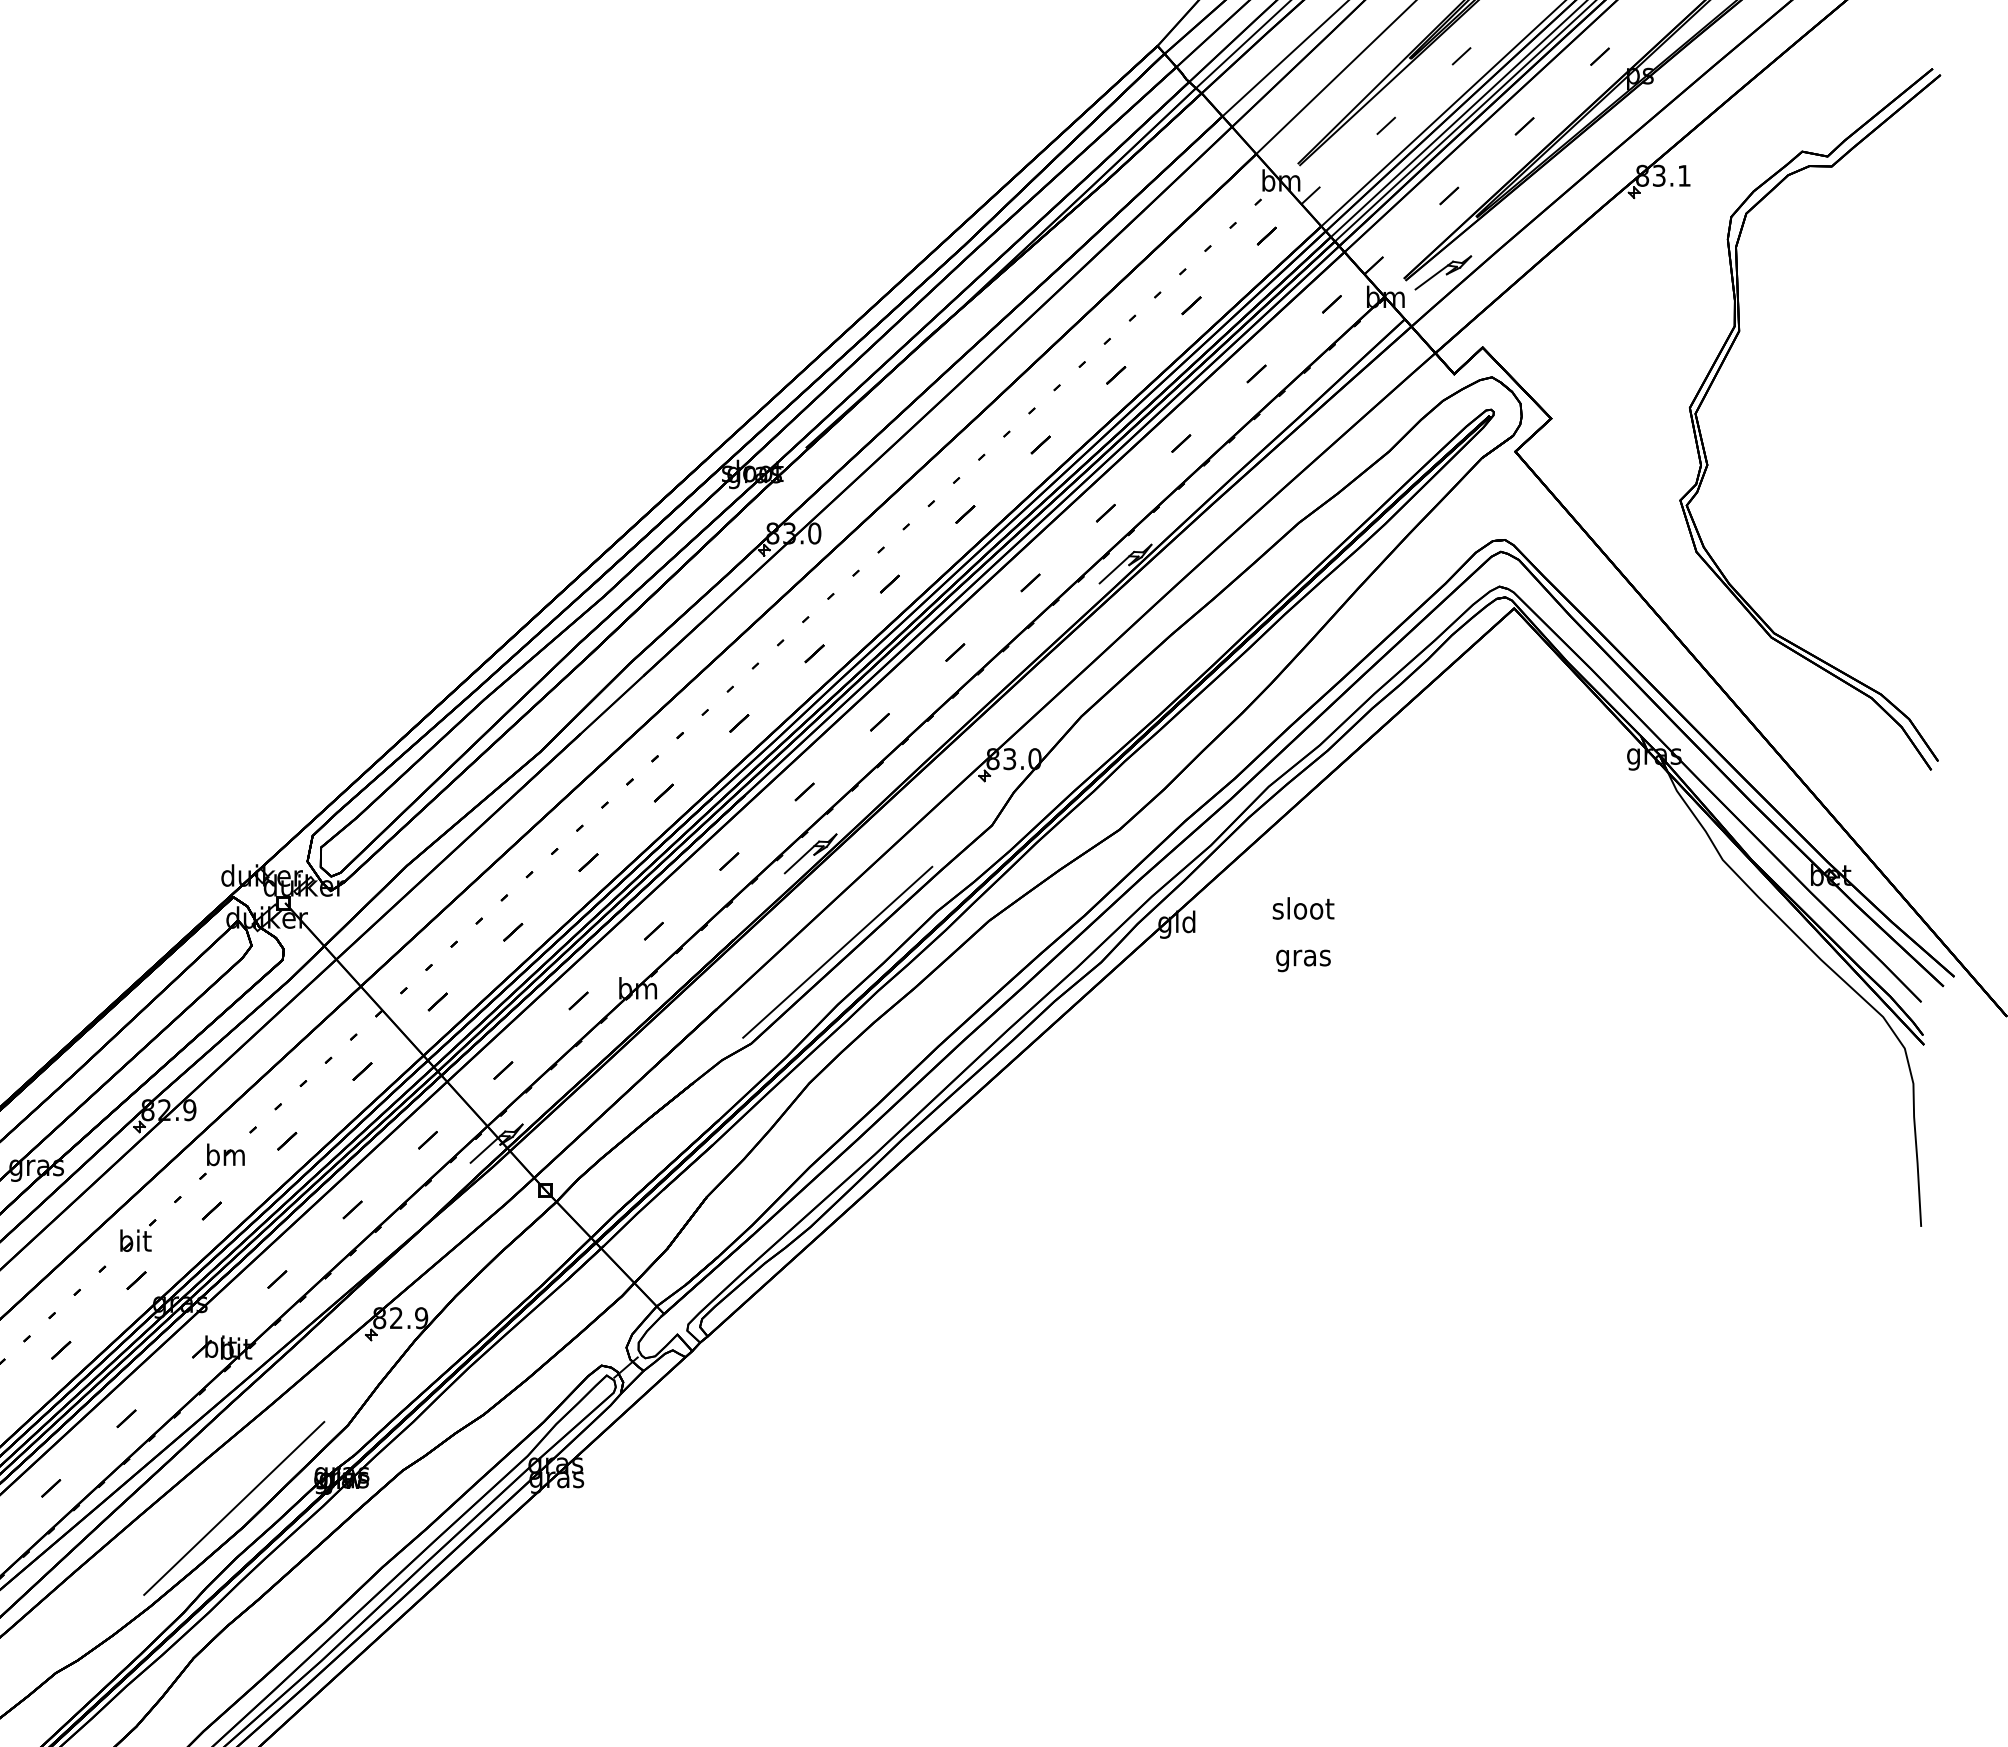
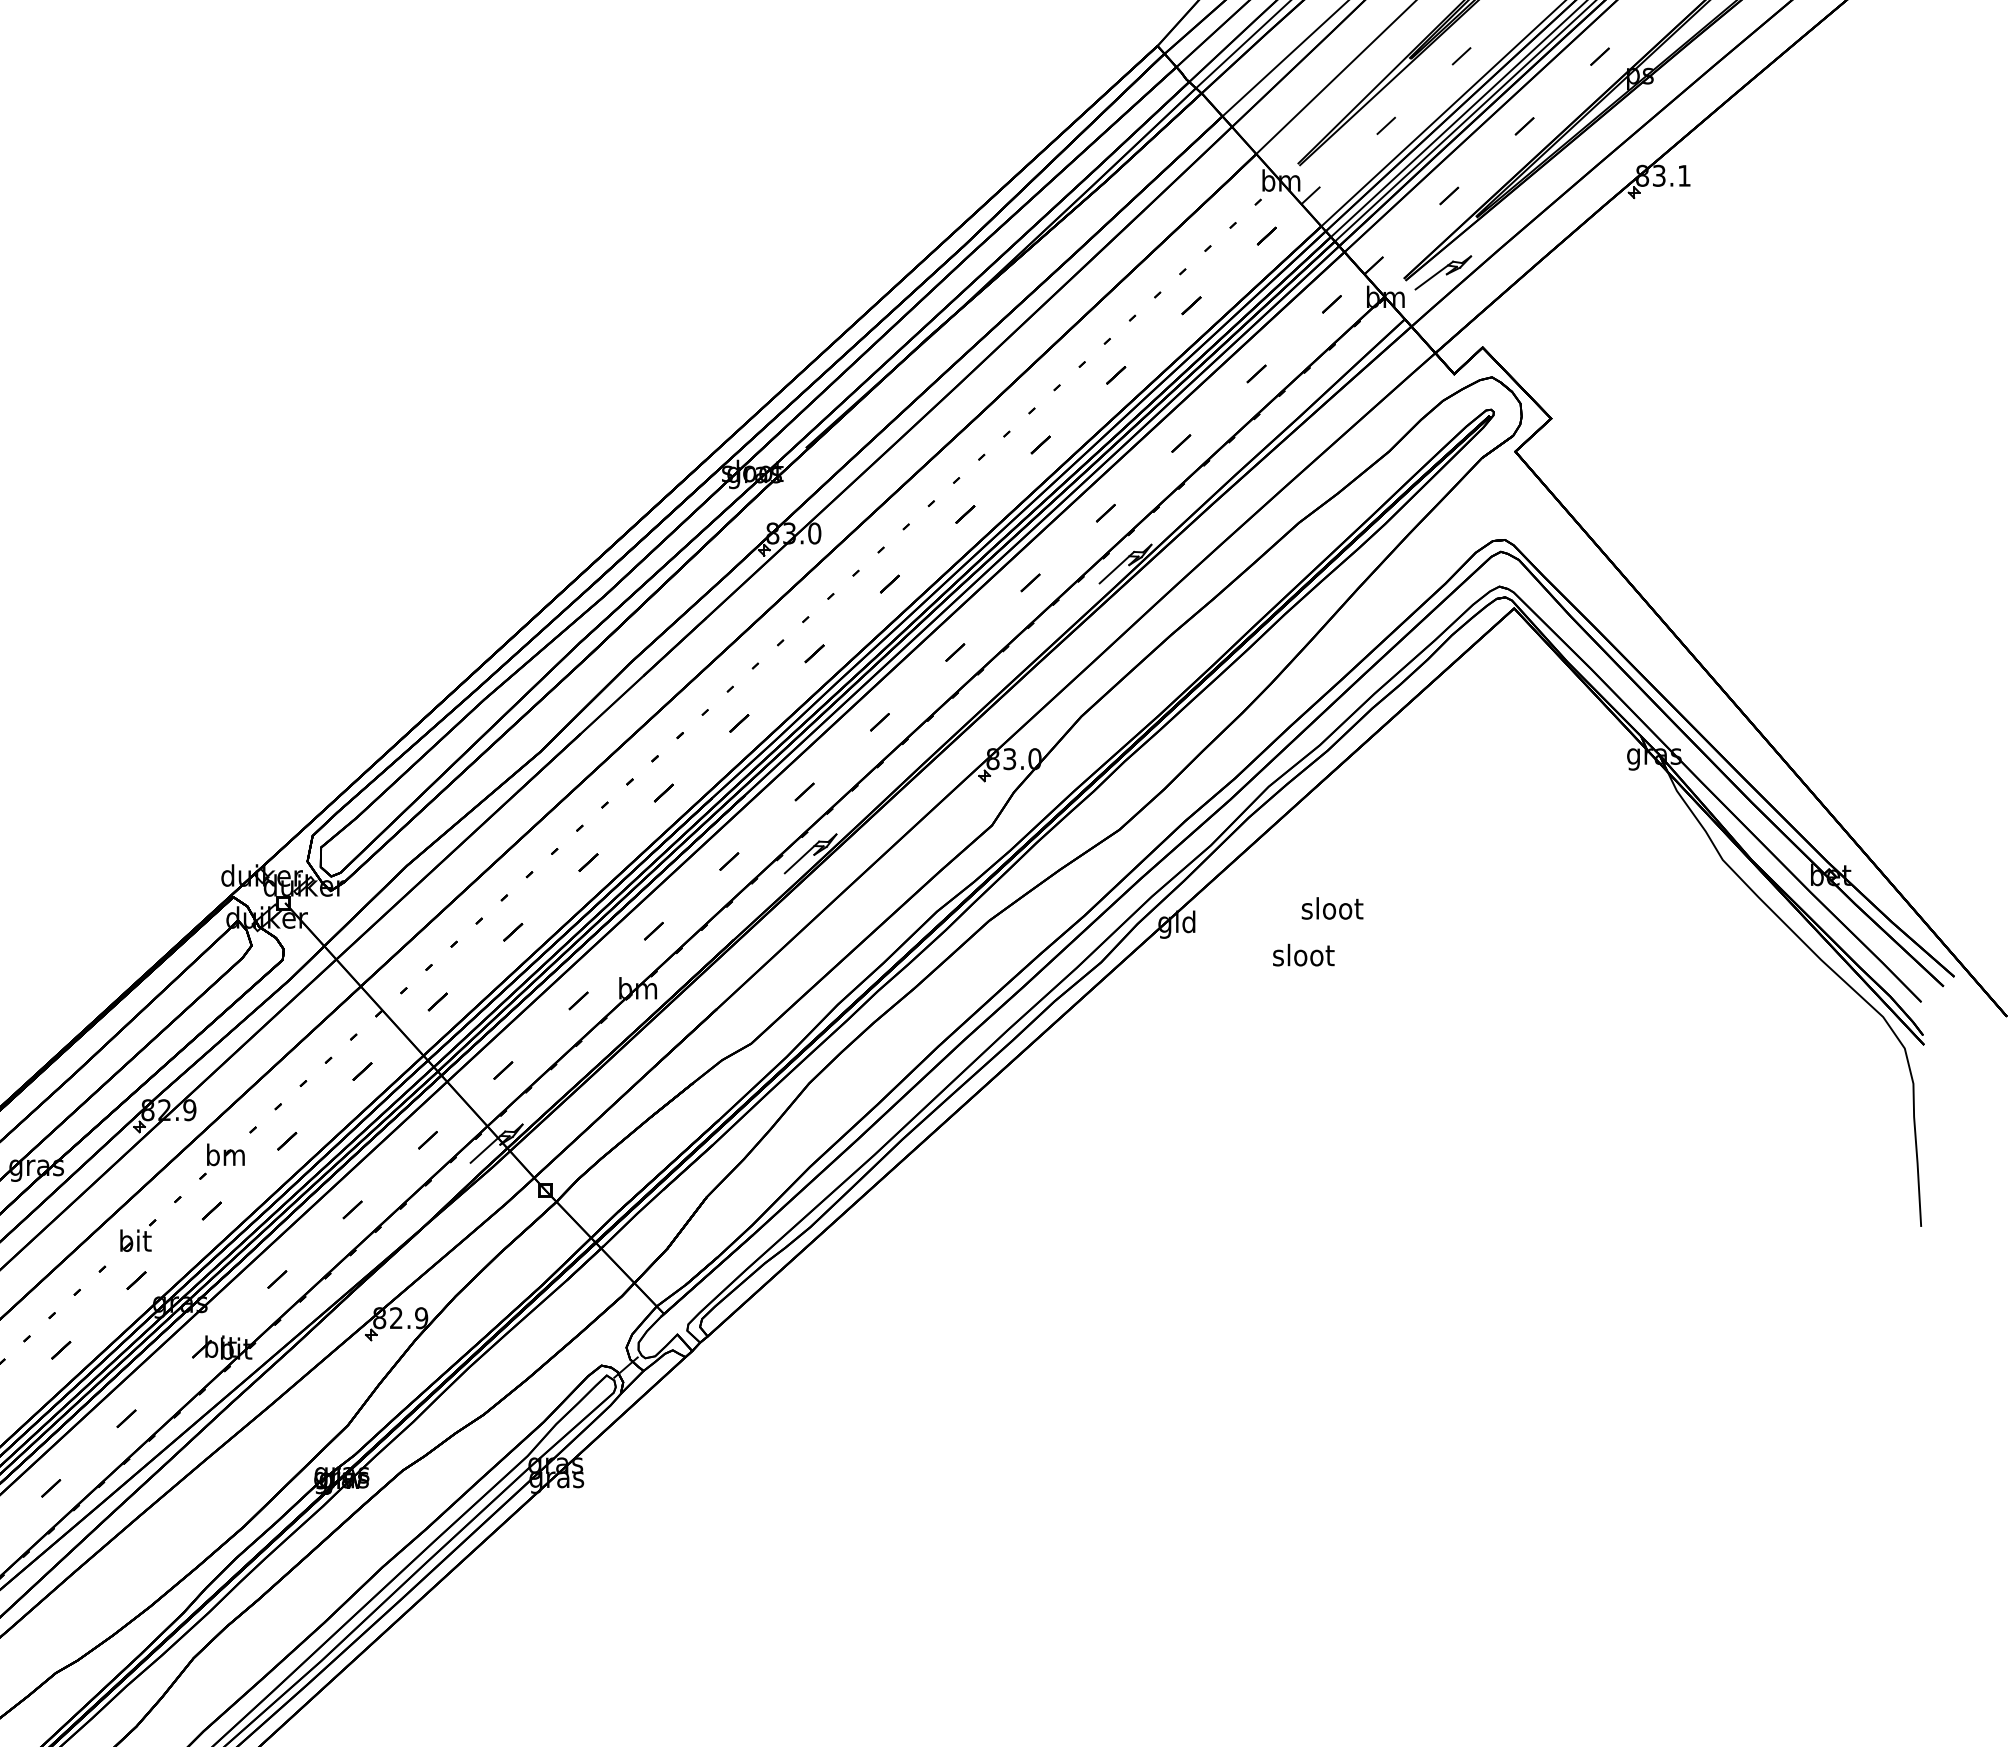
part at (1718, 373): present -> none
text at (1303, 908) position: (1303, 908) -> (1332, 908)
line at (837, 951): present -> none
text at (1303, 957): gras -> sloot
line at (234, 1507): present -> none
